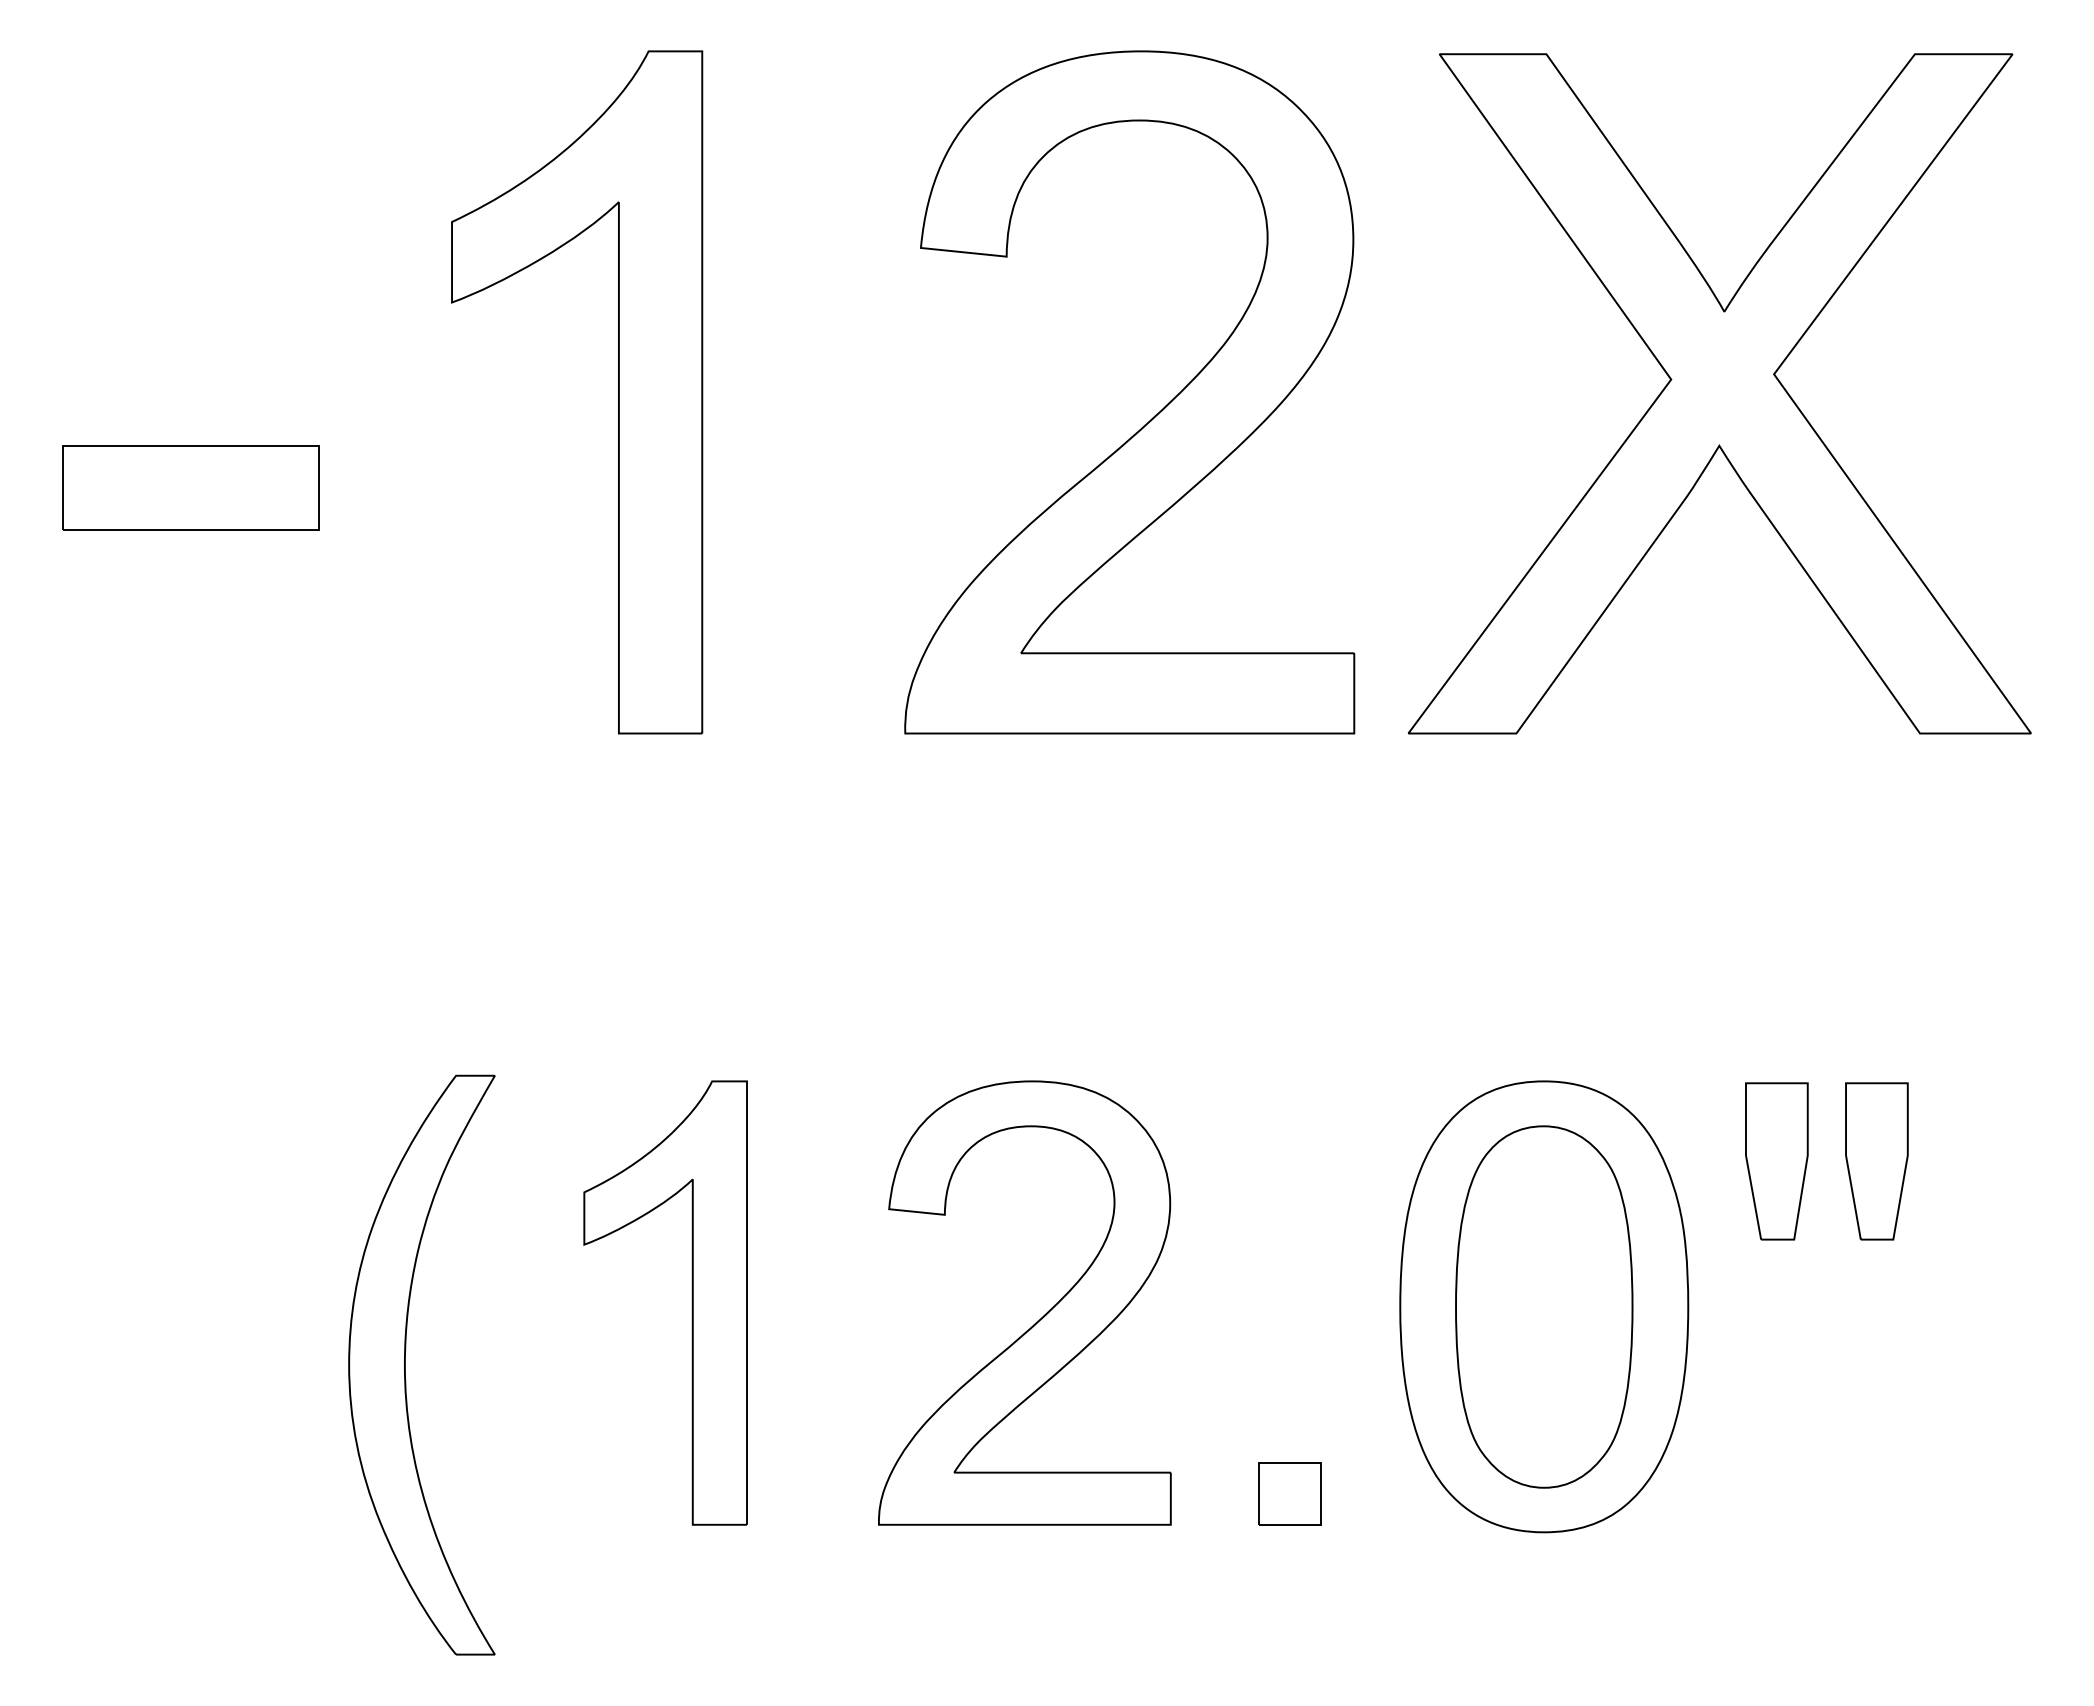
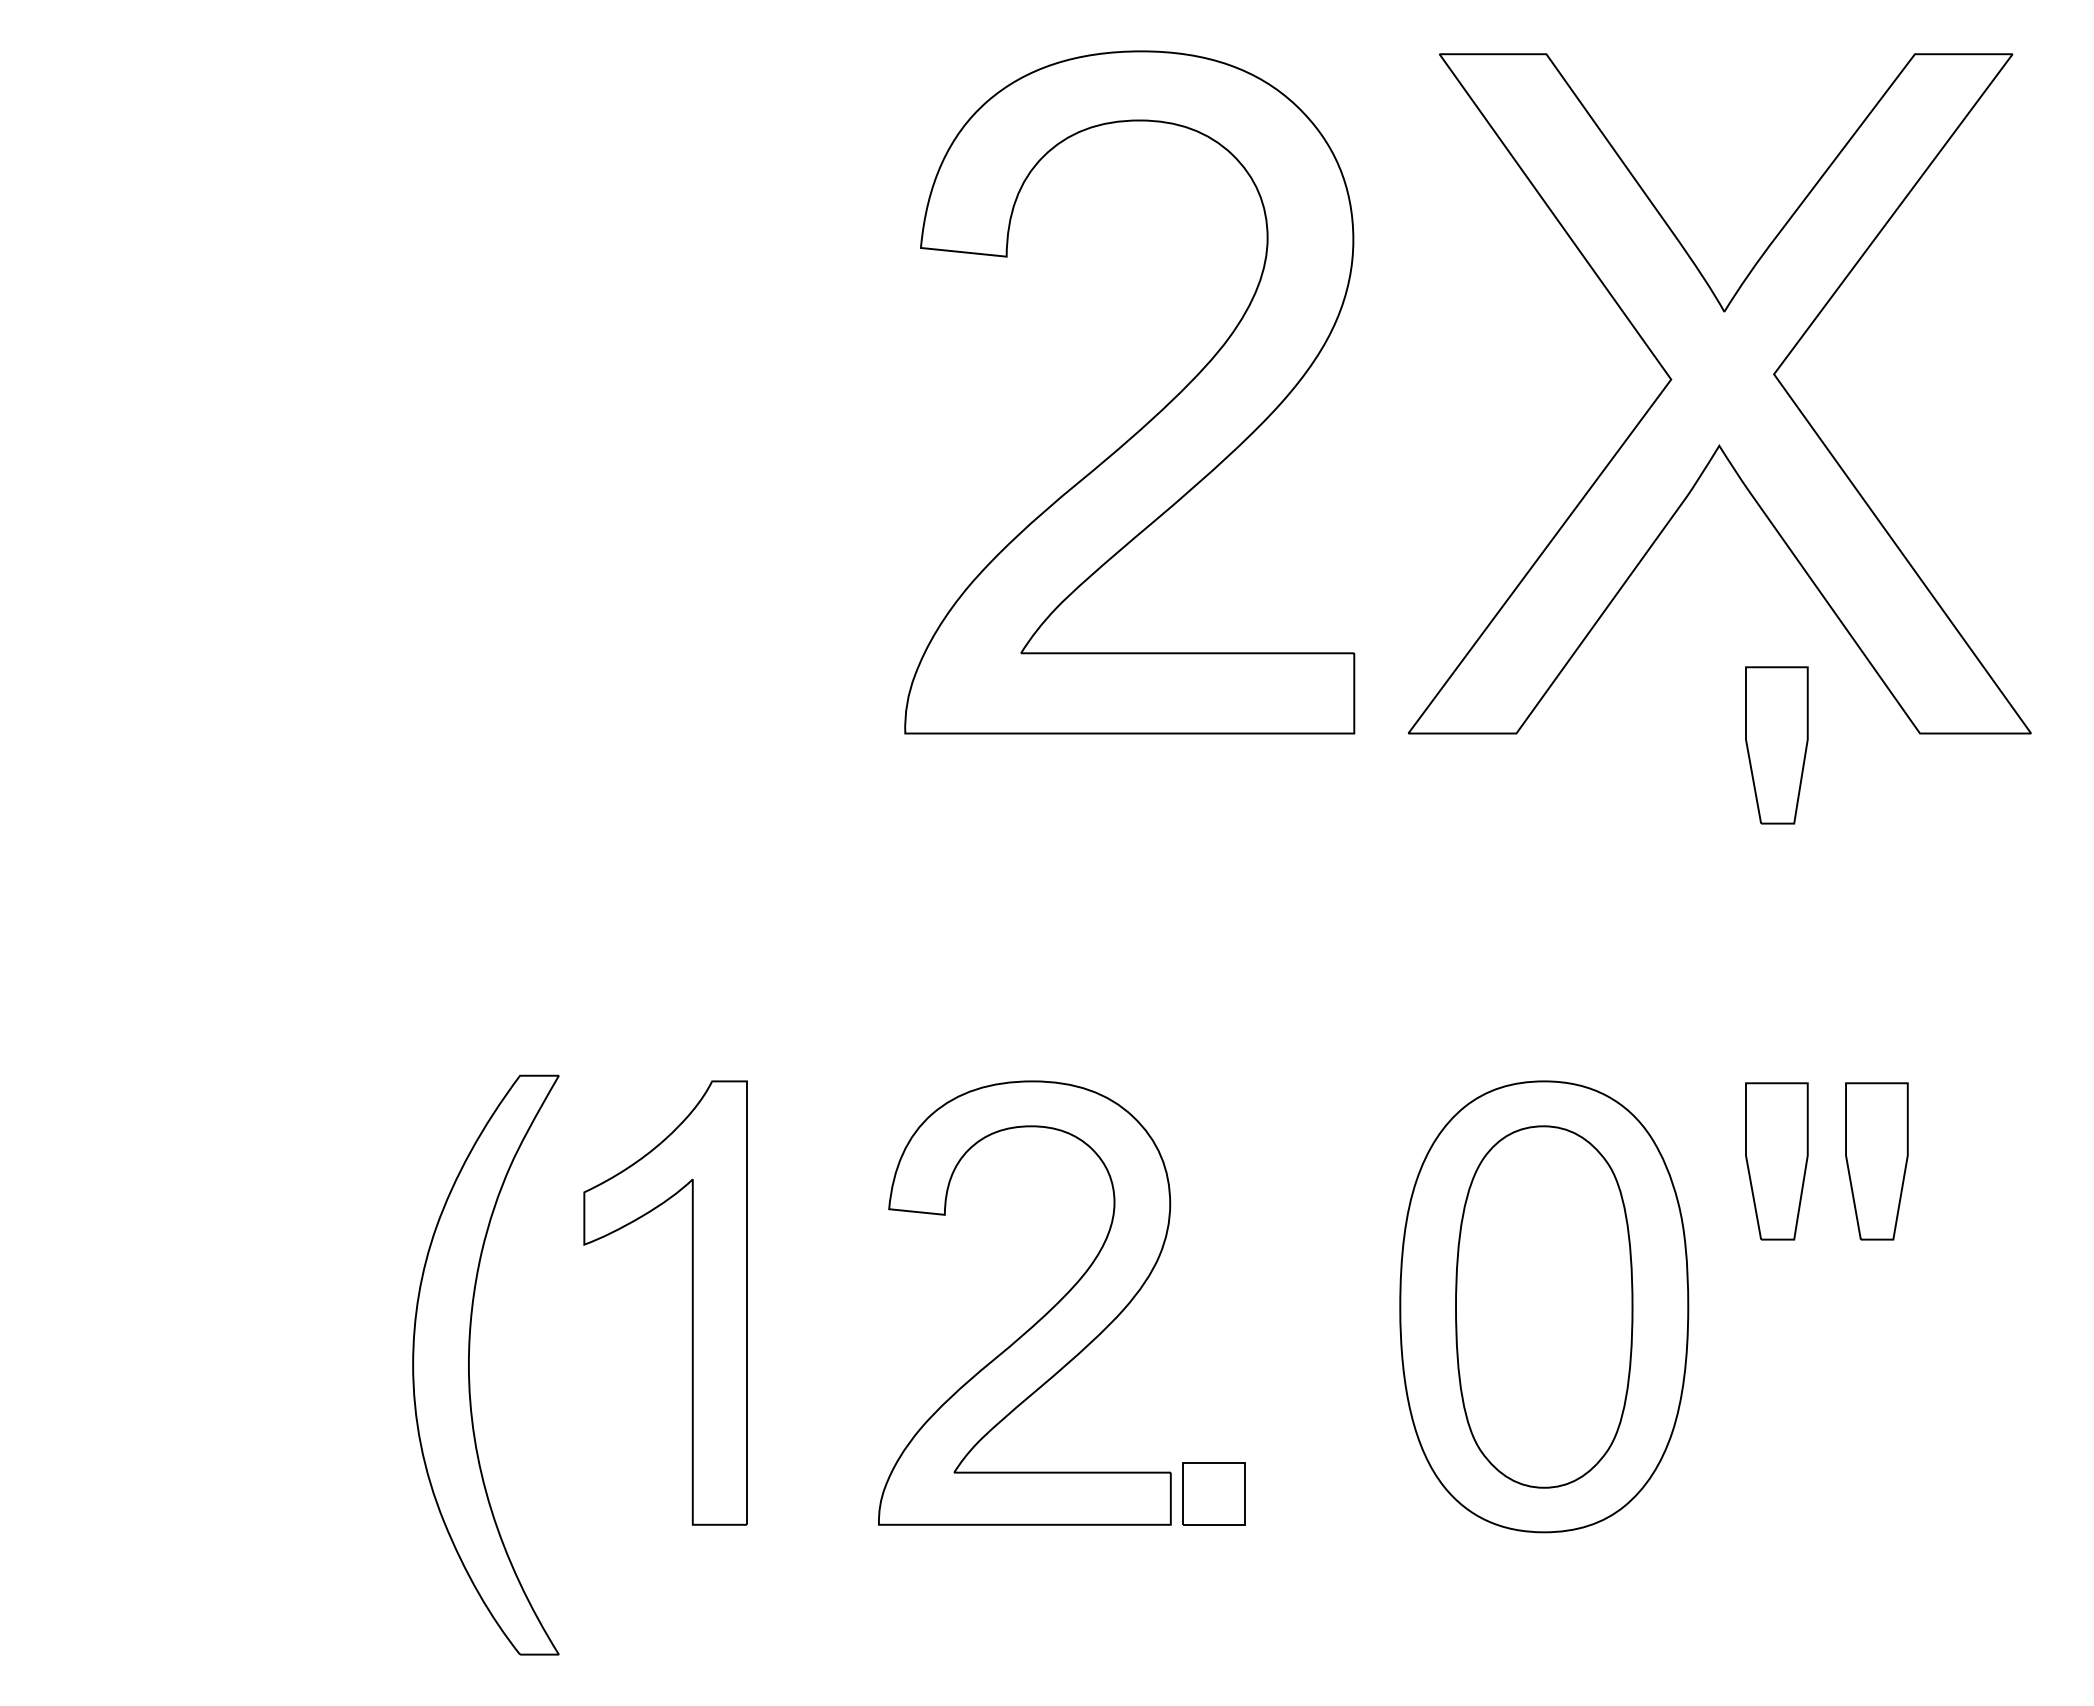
part at (618, 392): present -> none
part at (190, 487): present -> none
part at (1776, 745): none -> present
part at (405, 1364) position: (405, 1364) -> (469, 1364)
part at (1289, 1493) position: (1289, 1493) -> (1213, 1493)
